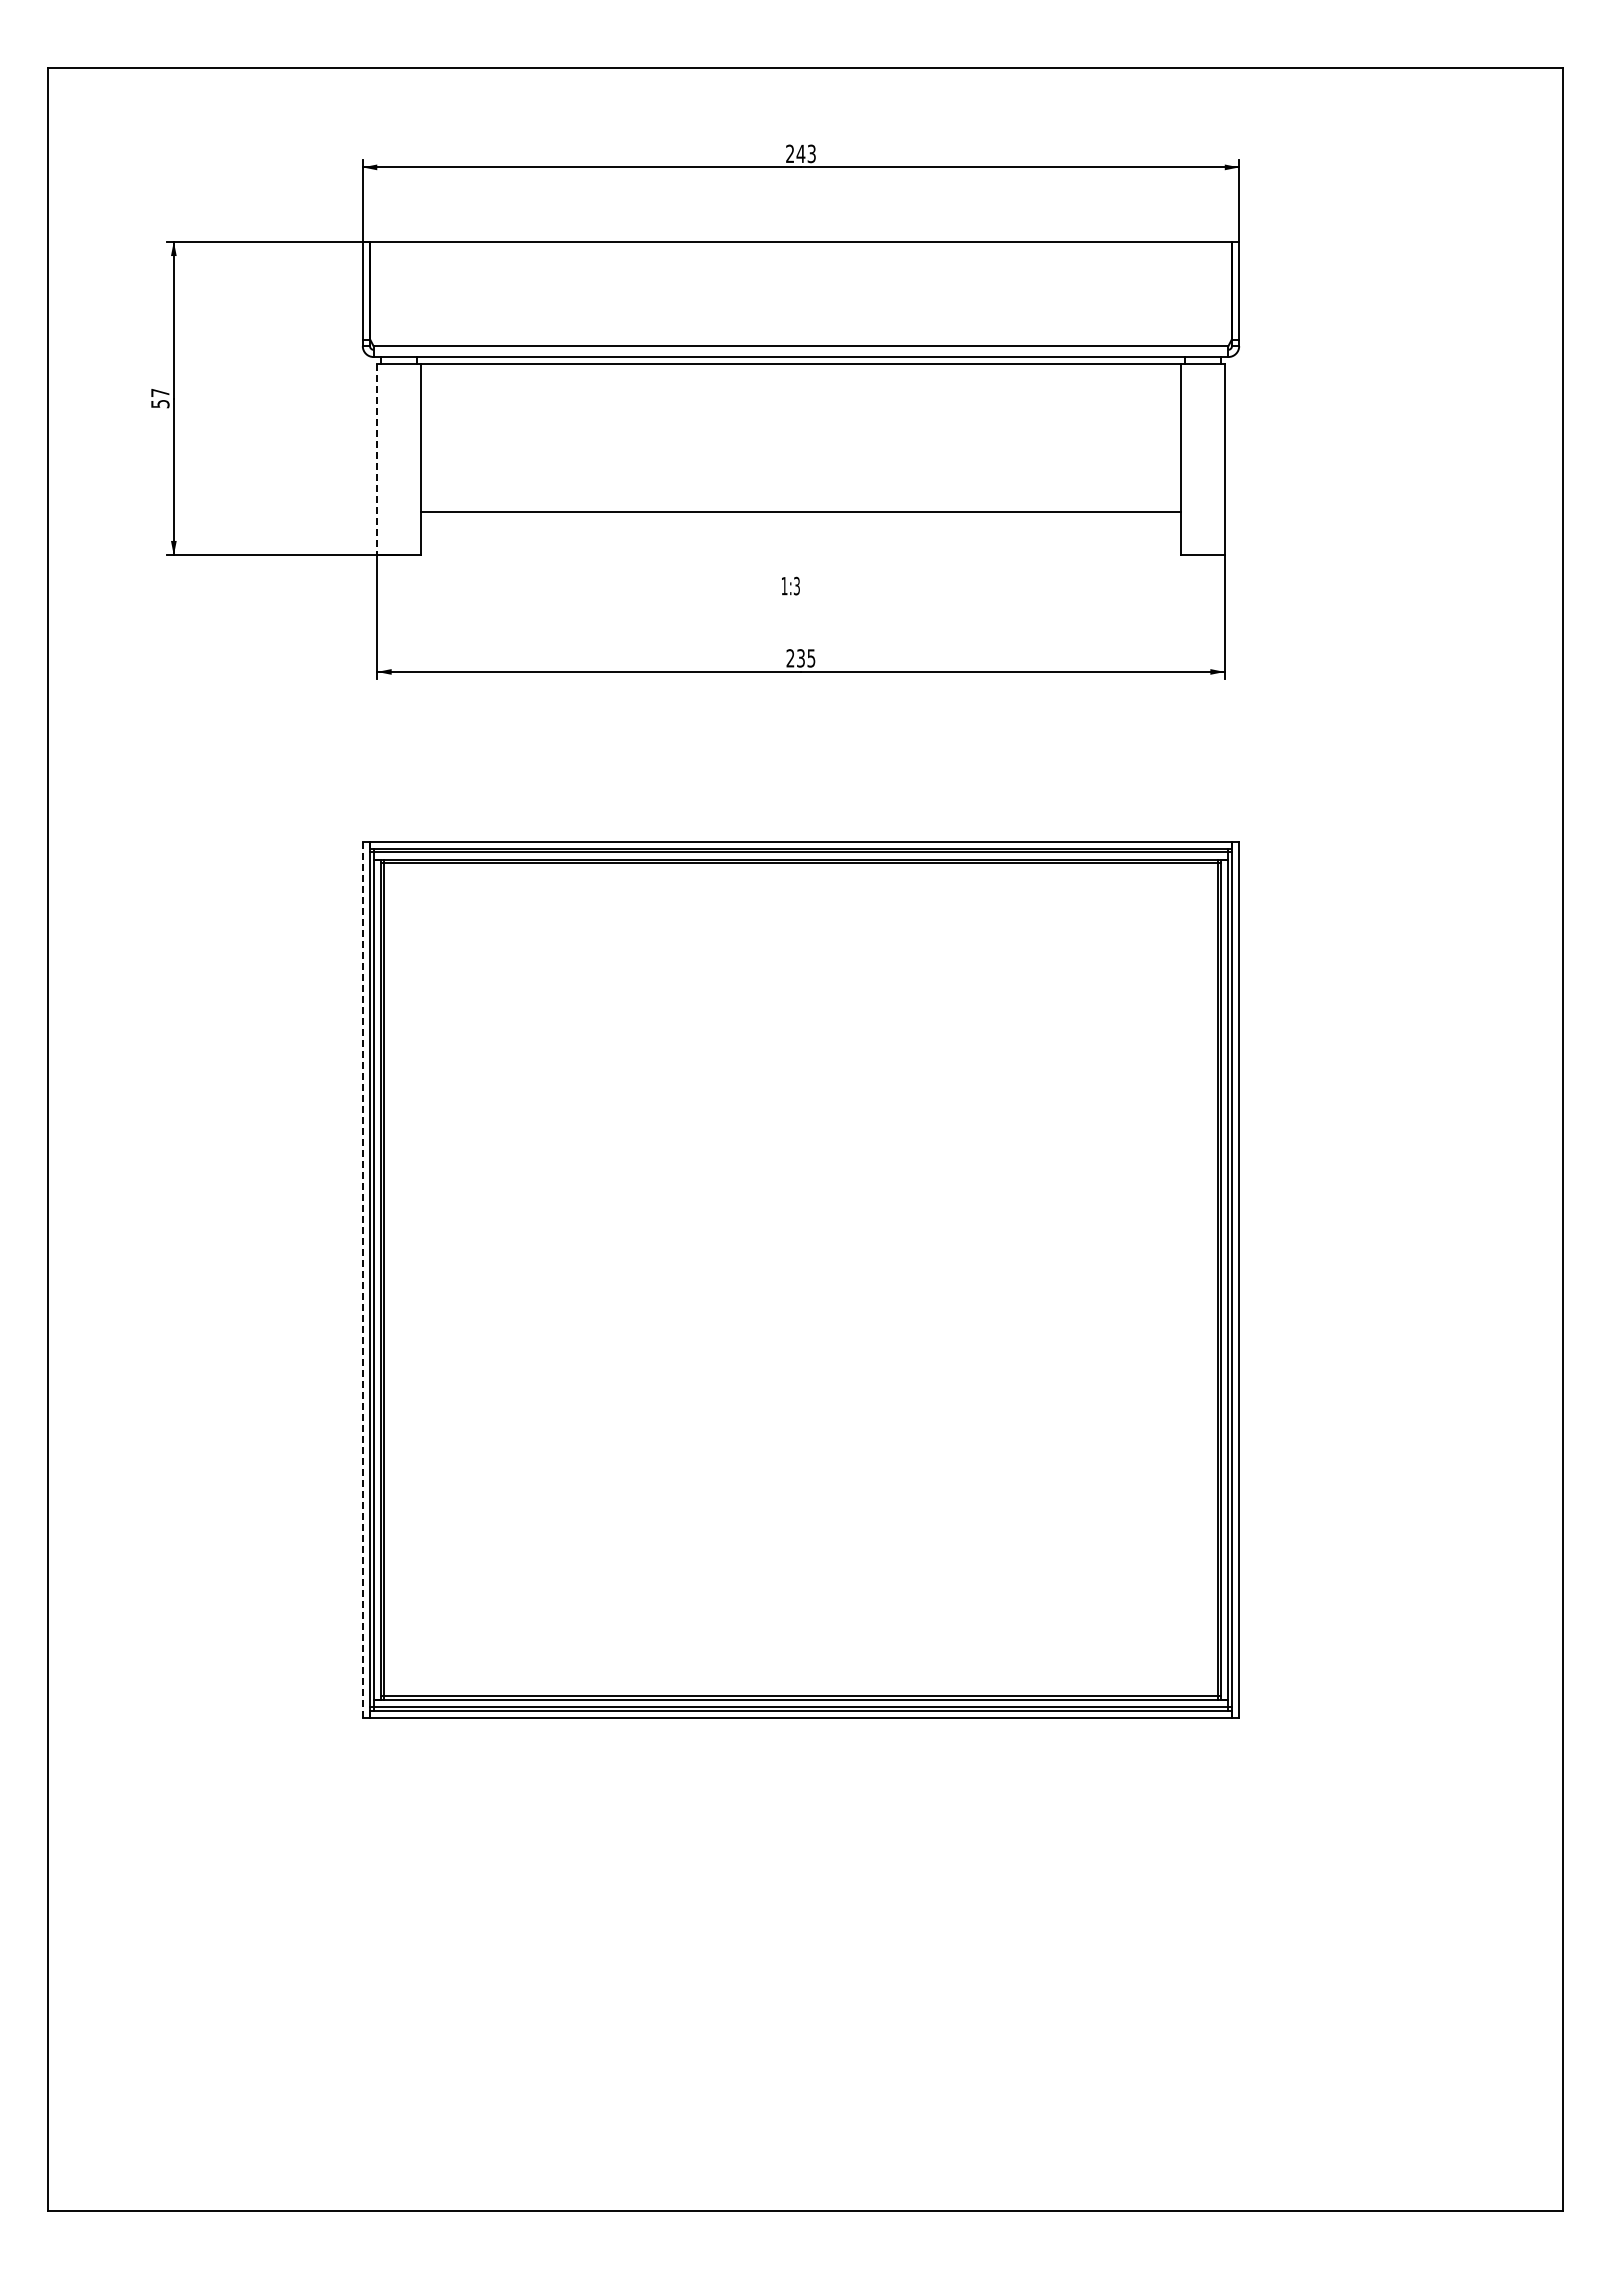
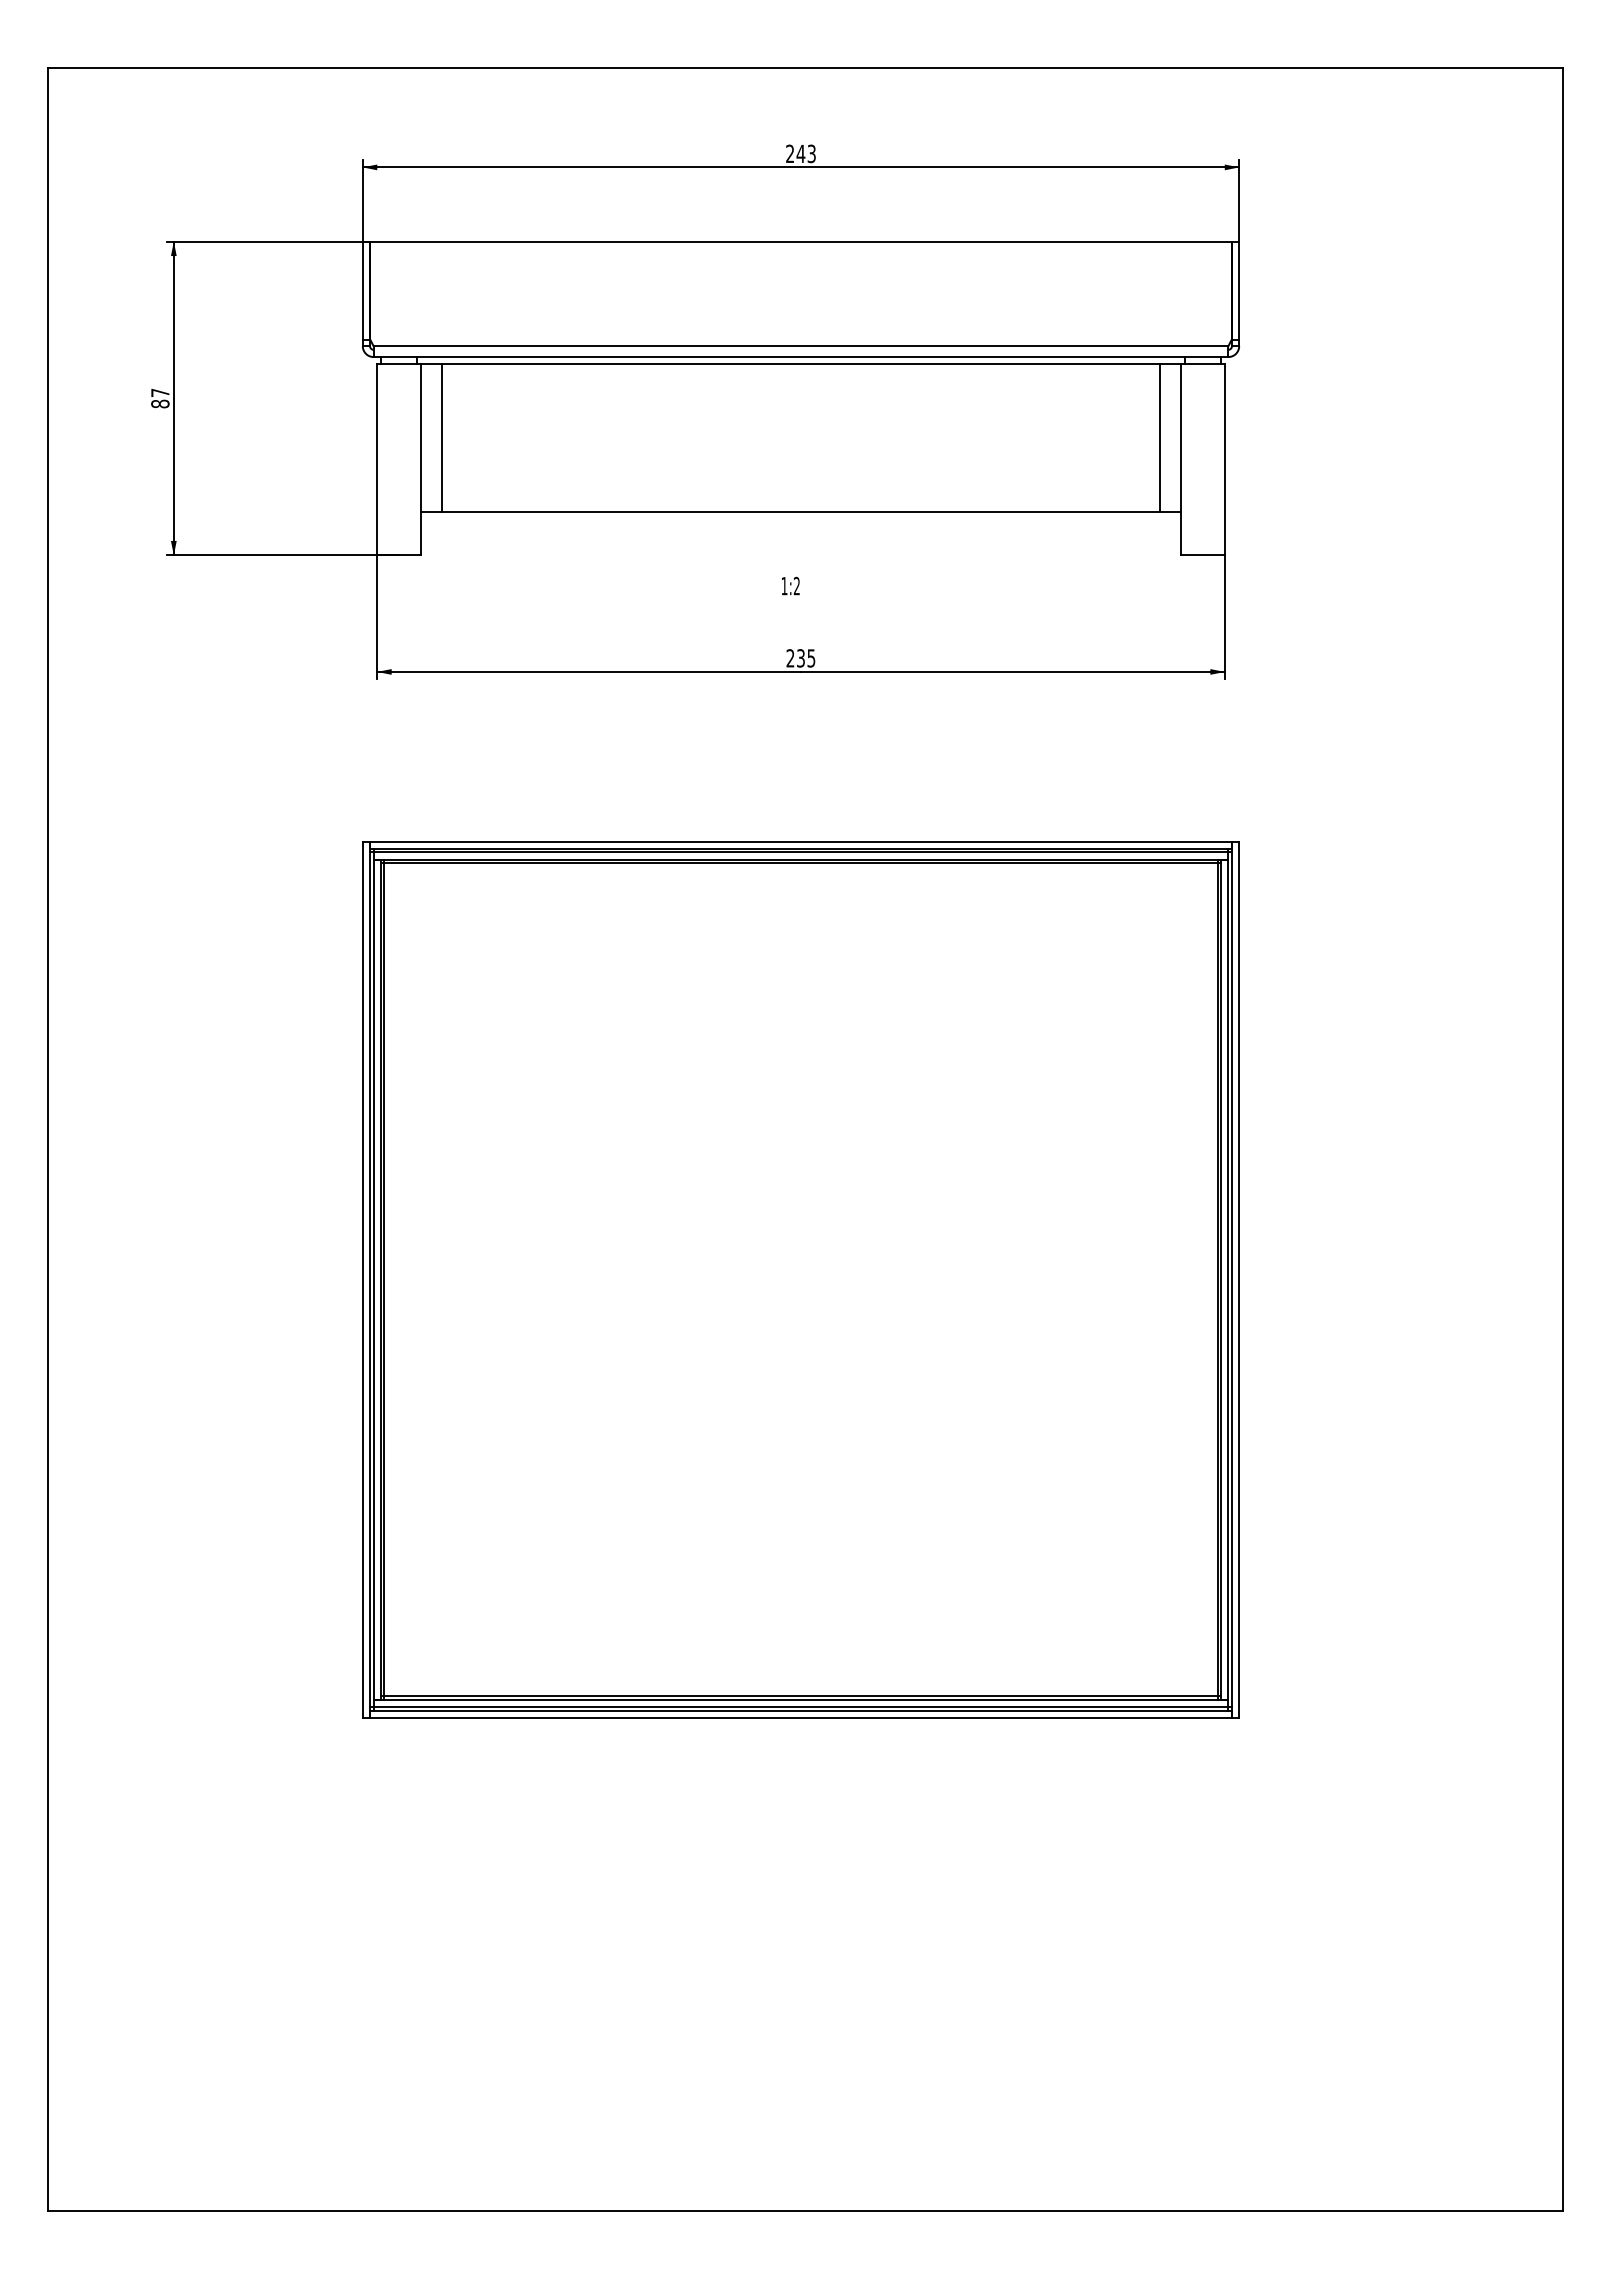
text at (160, 403): 57 -> 87
line at (441, 438): none -> present
line at (1160, 438): none -> present
line at (377, 459): dashed -> solid
text at (796, 586): 1:3 -> 1:2
line at (362, 1280): dashed -> solid
